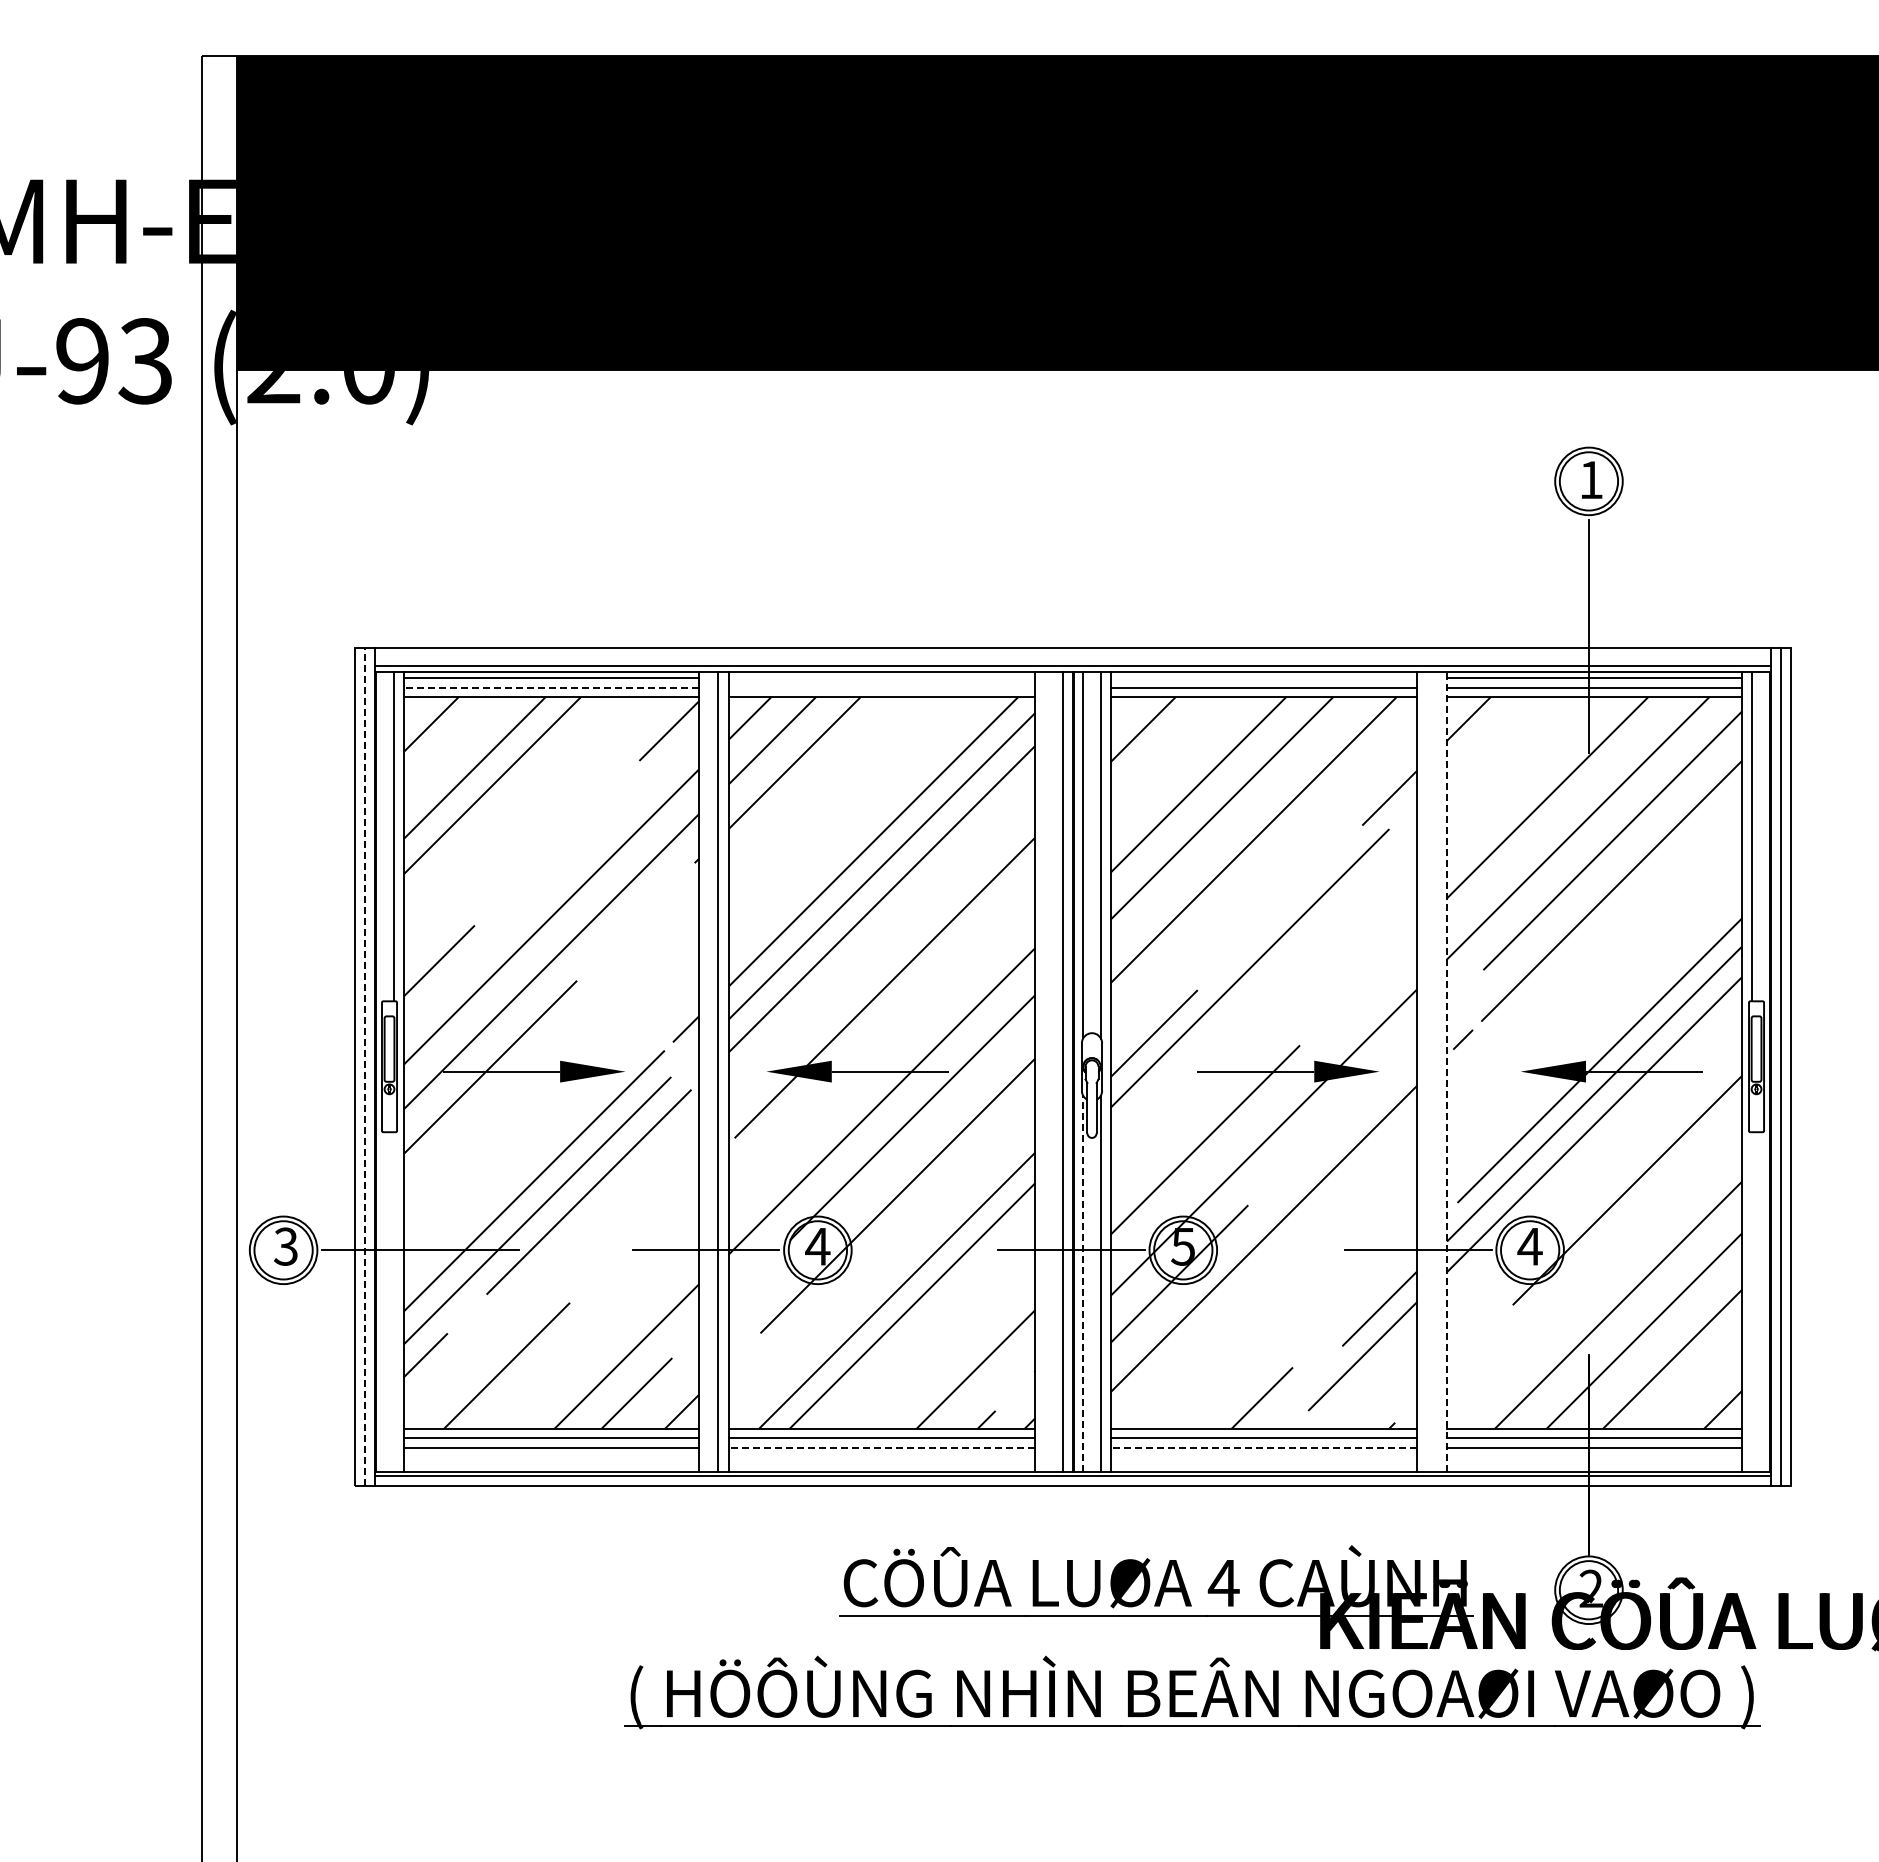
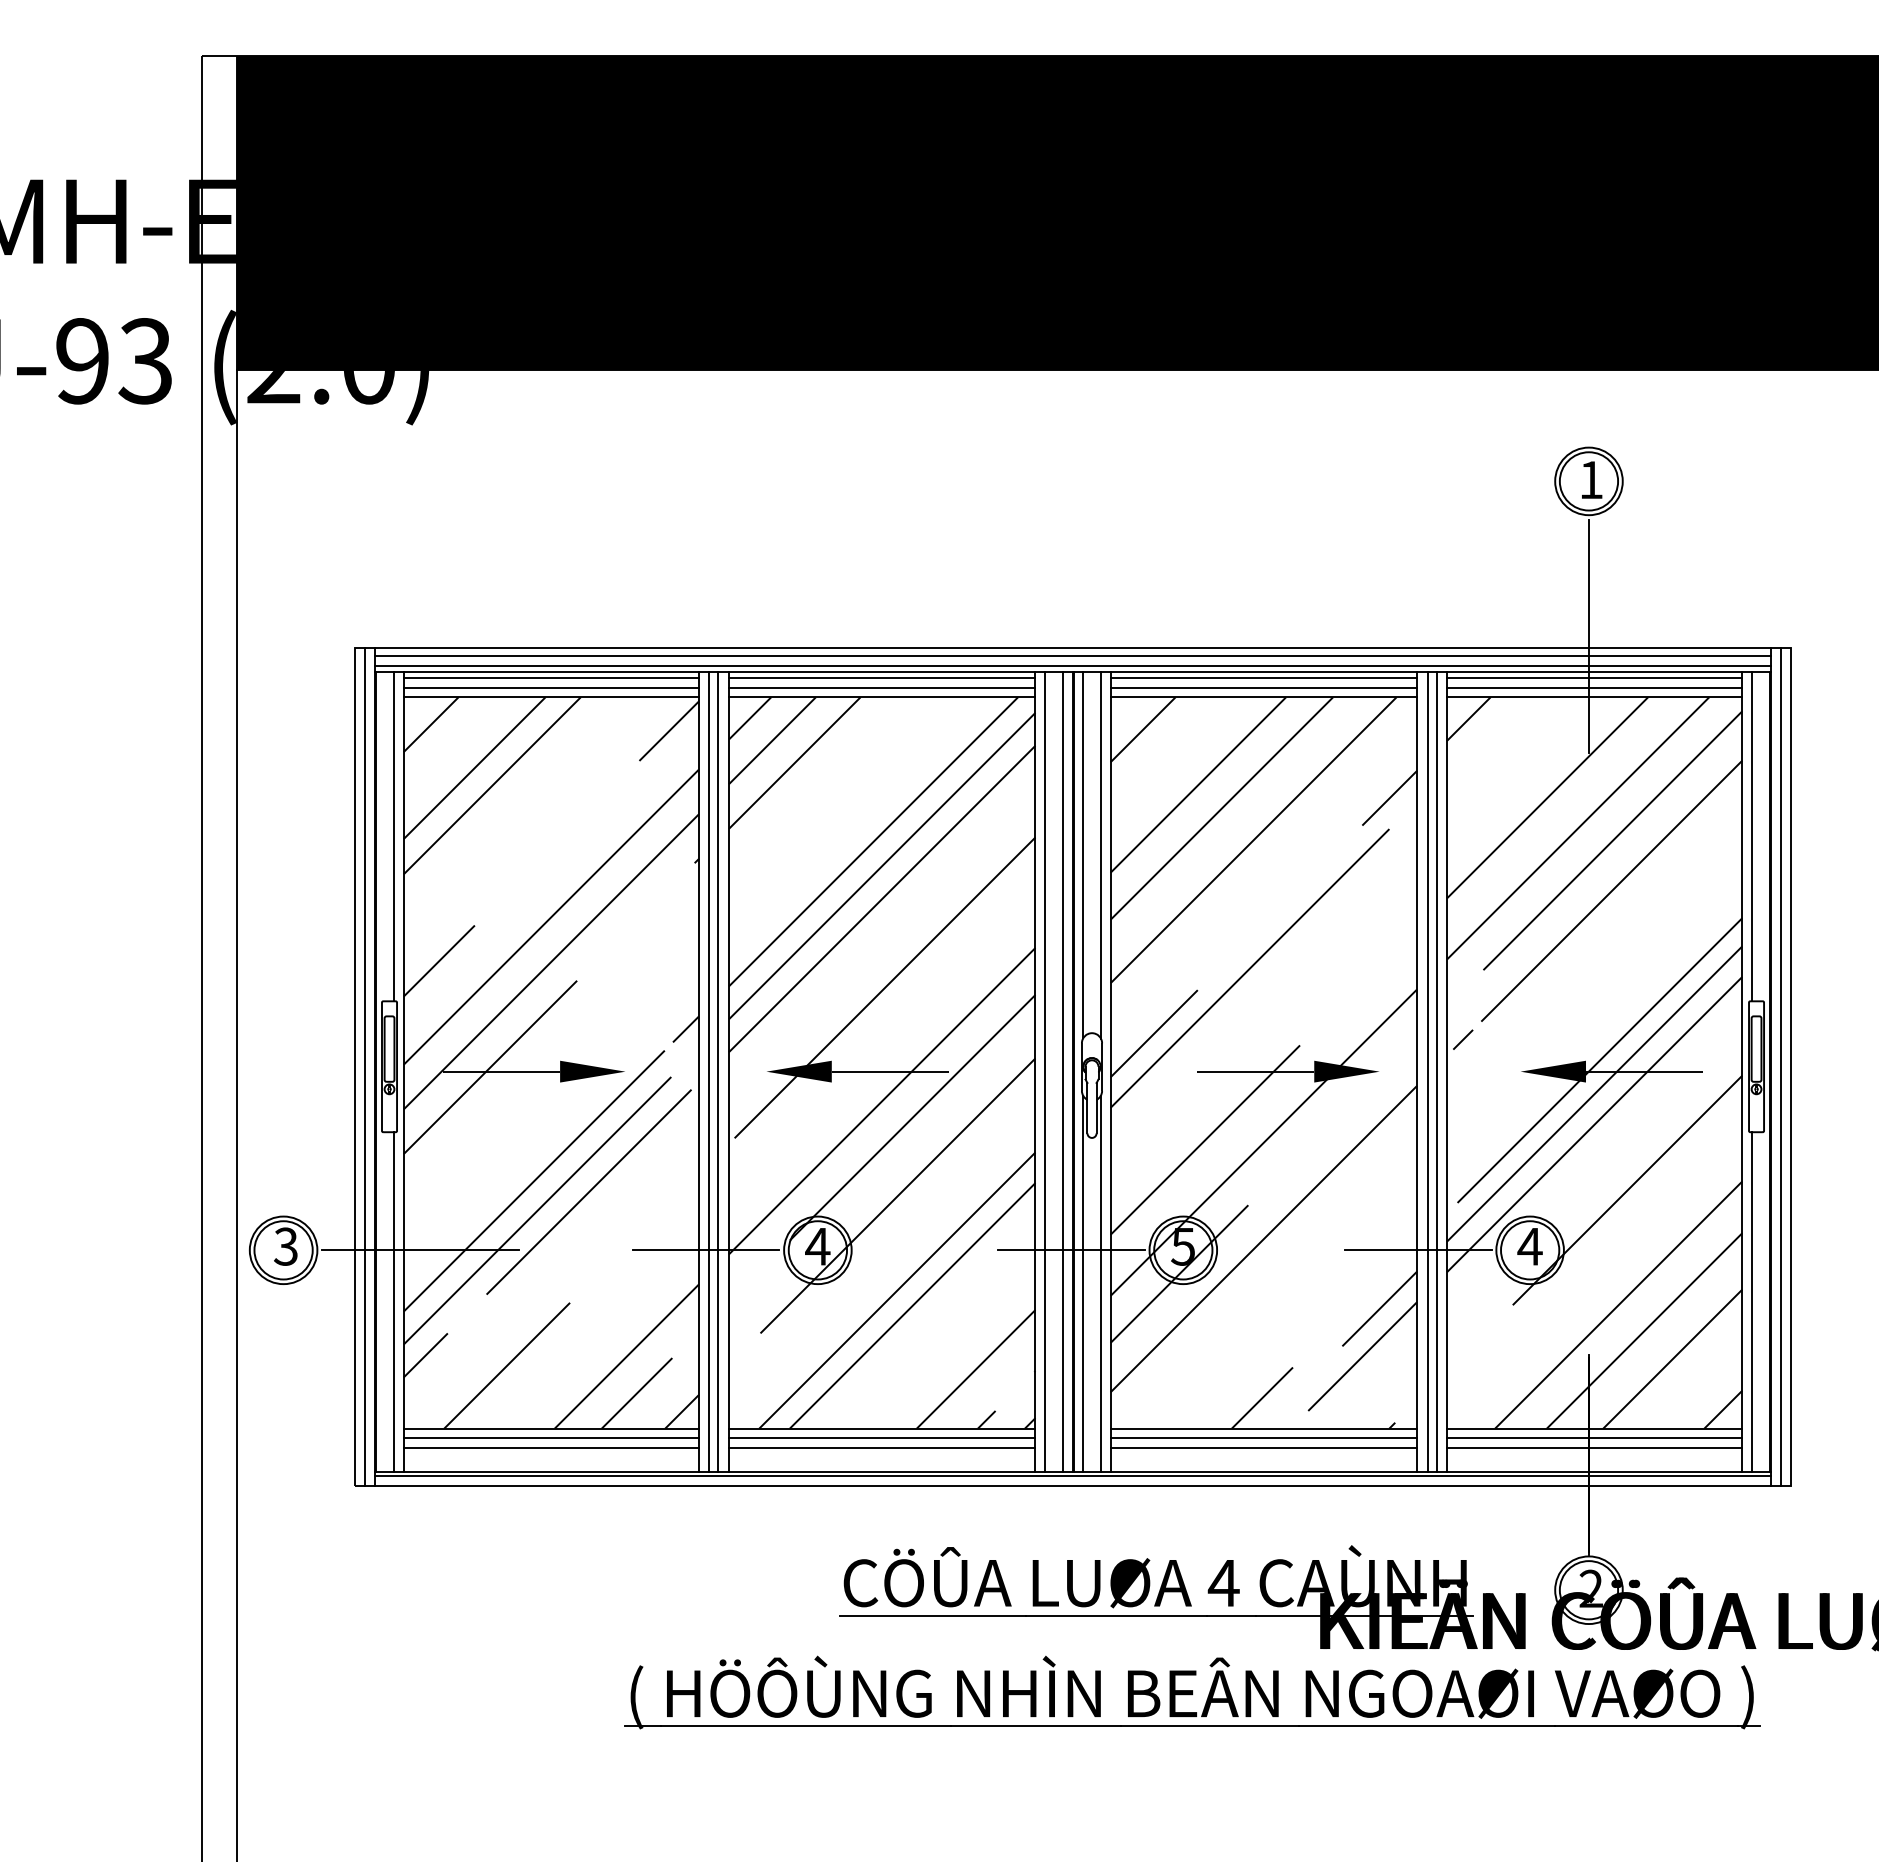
line at (1072, 656): none -> present
line at (881, 678): none -> present
line at (1263, 678): none -> present
line at (551, 687): dashed -> solid
line at (881, 687): none -> present
line at (365, 1066): dashed -> solid
line at (708, 1071): none -> present
line at (1045, 1071): none -> present
line at (1427, 1071): none -> present
line at (1437, 1071): none -> present
line at (1447, 1071): dashed -> solid
line at (1083, 1283): dashed -> solid
line at (394, 1301): none -> present
line at (1751, 1301): none -> present
line at (881, 1447): dashed -> solid
line at (1263, 1447): dashed -> solid
